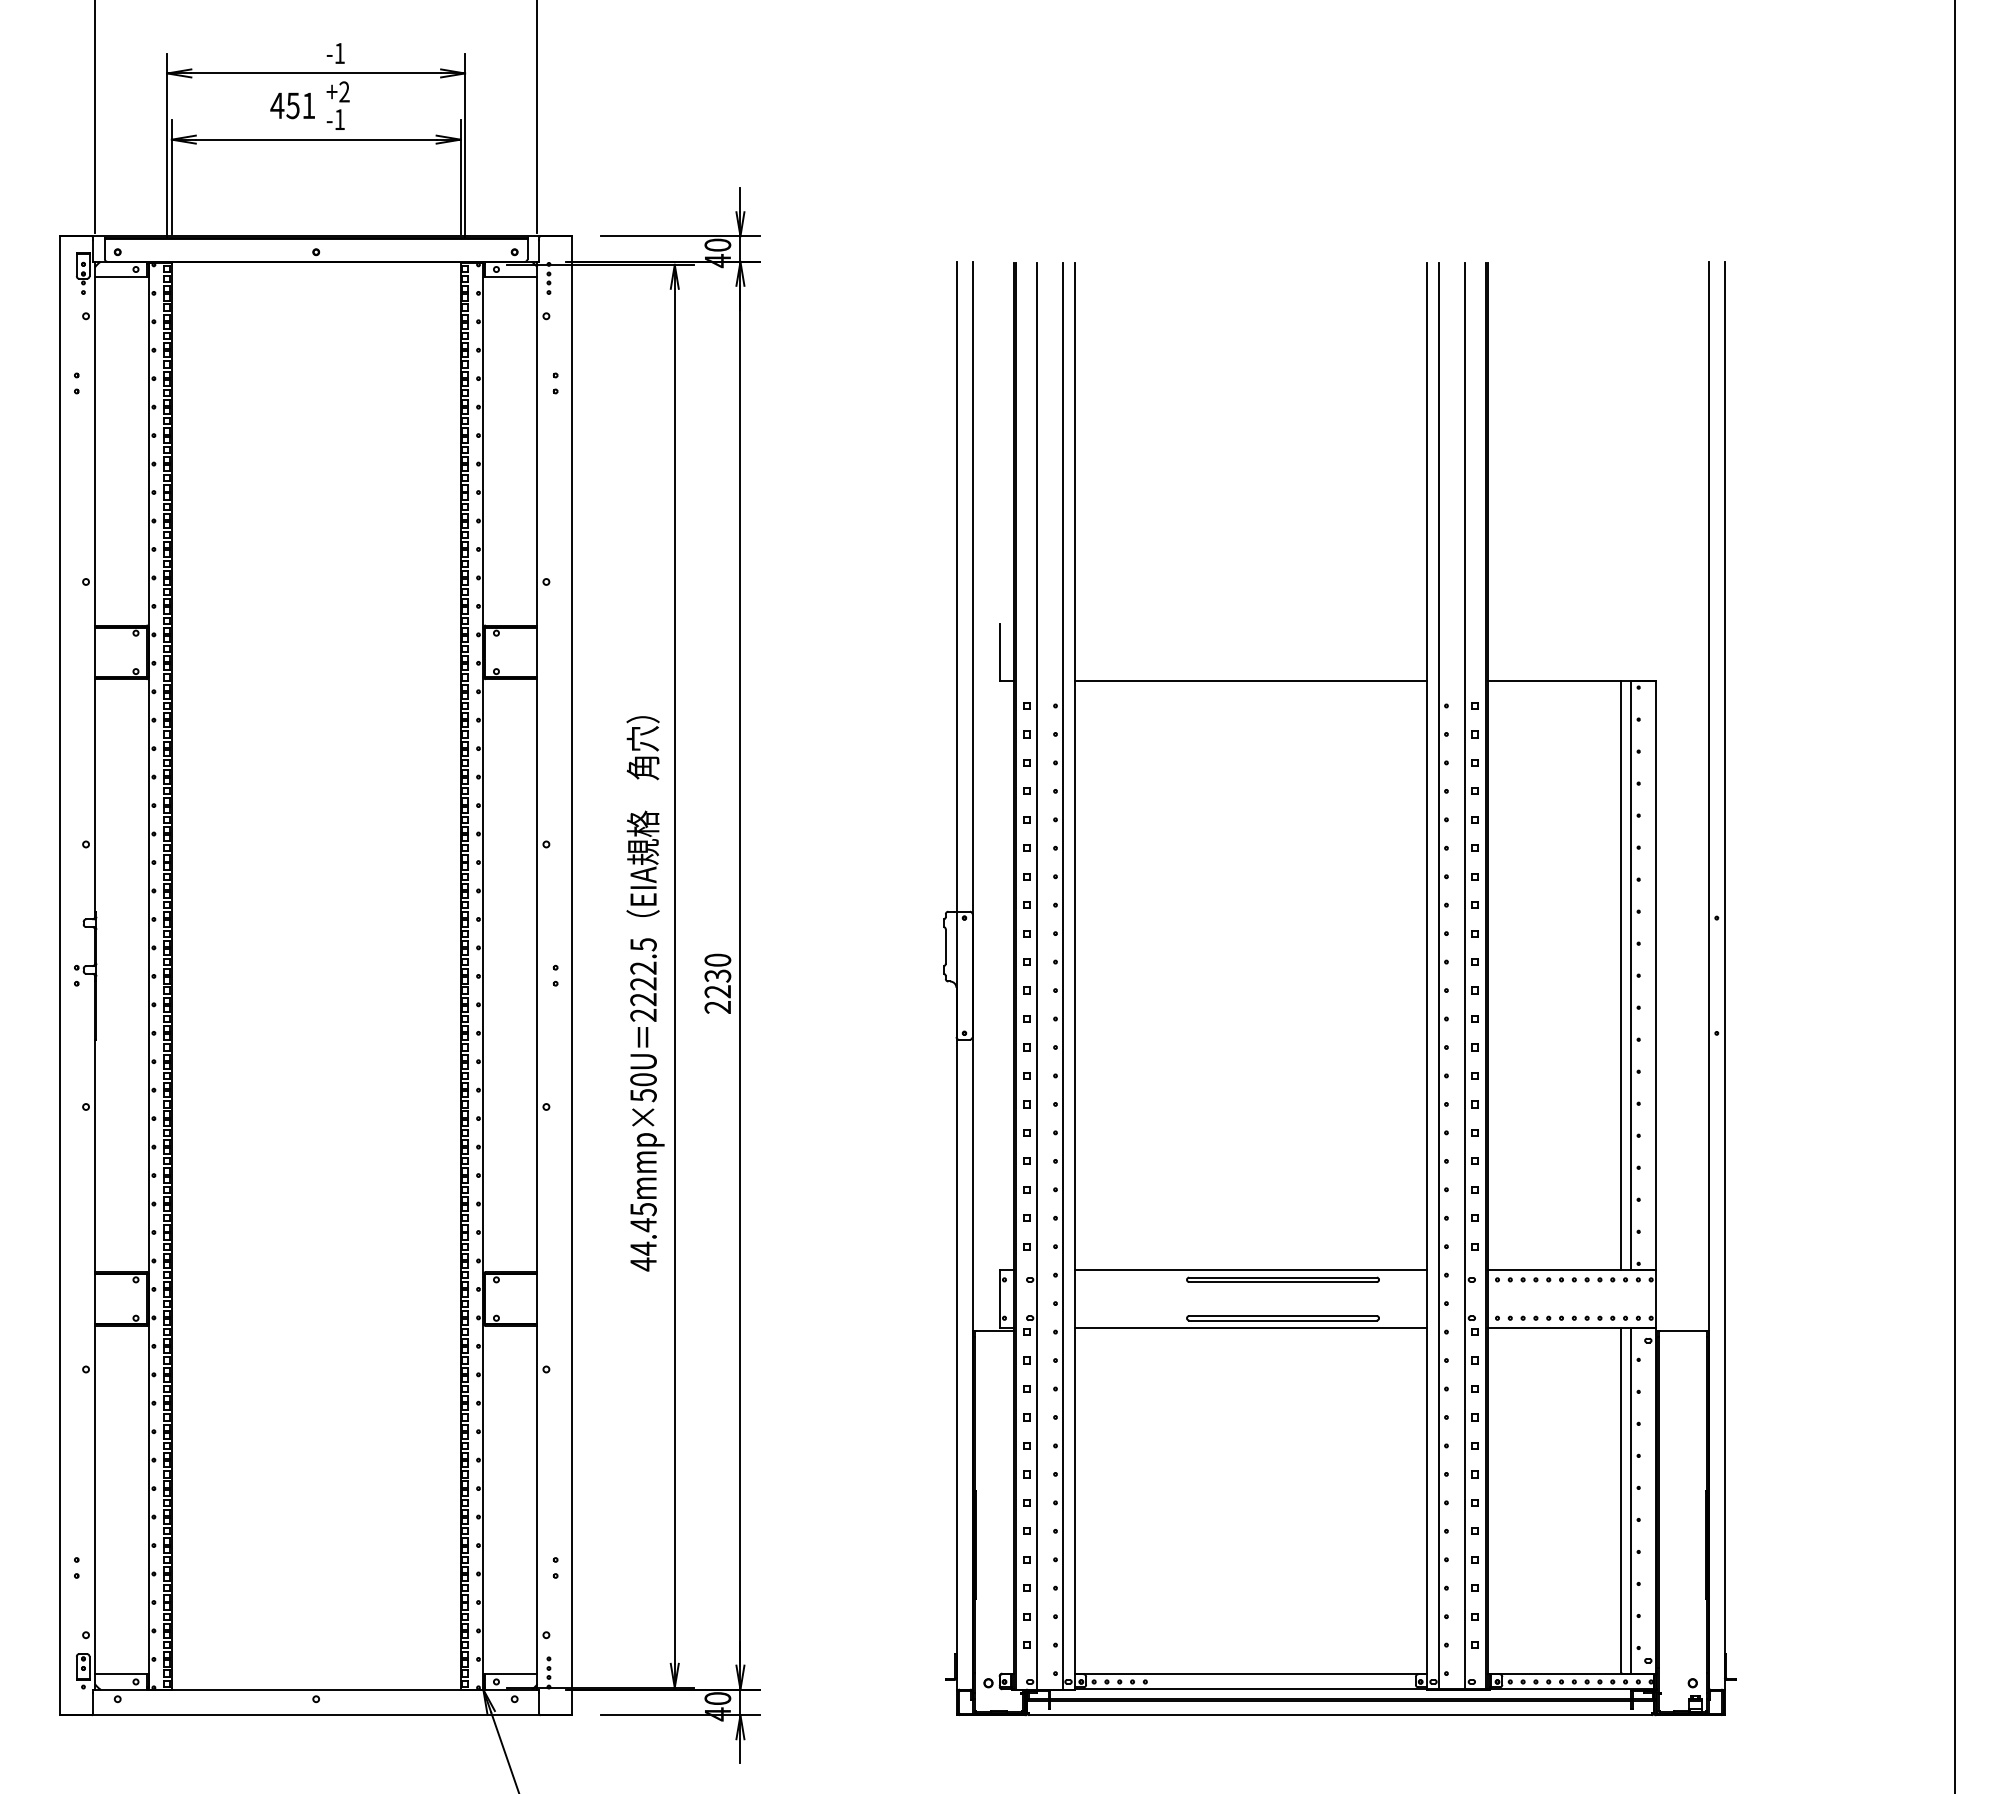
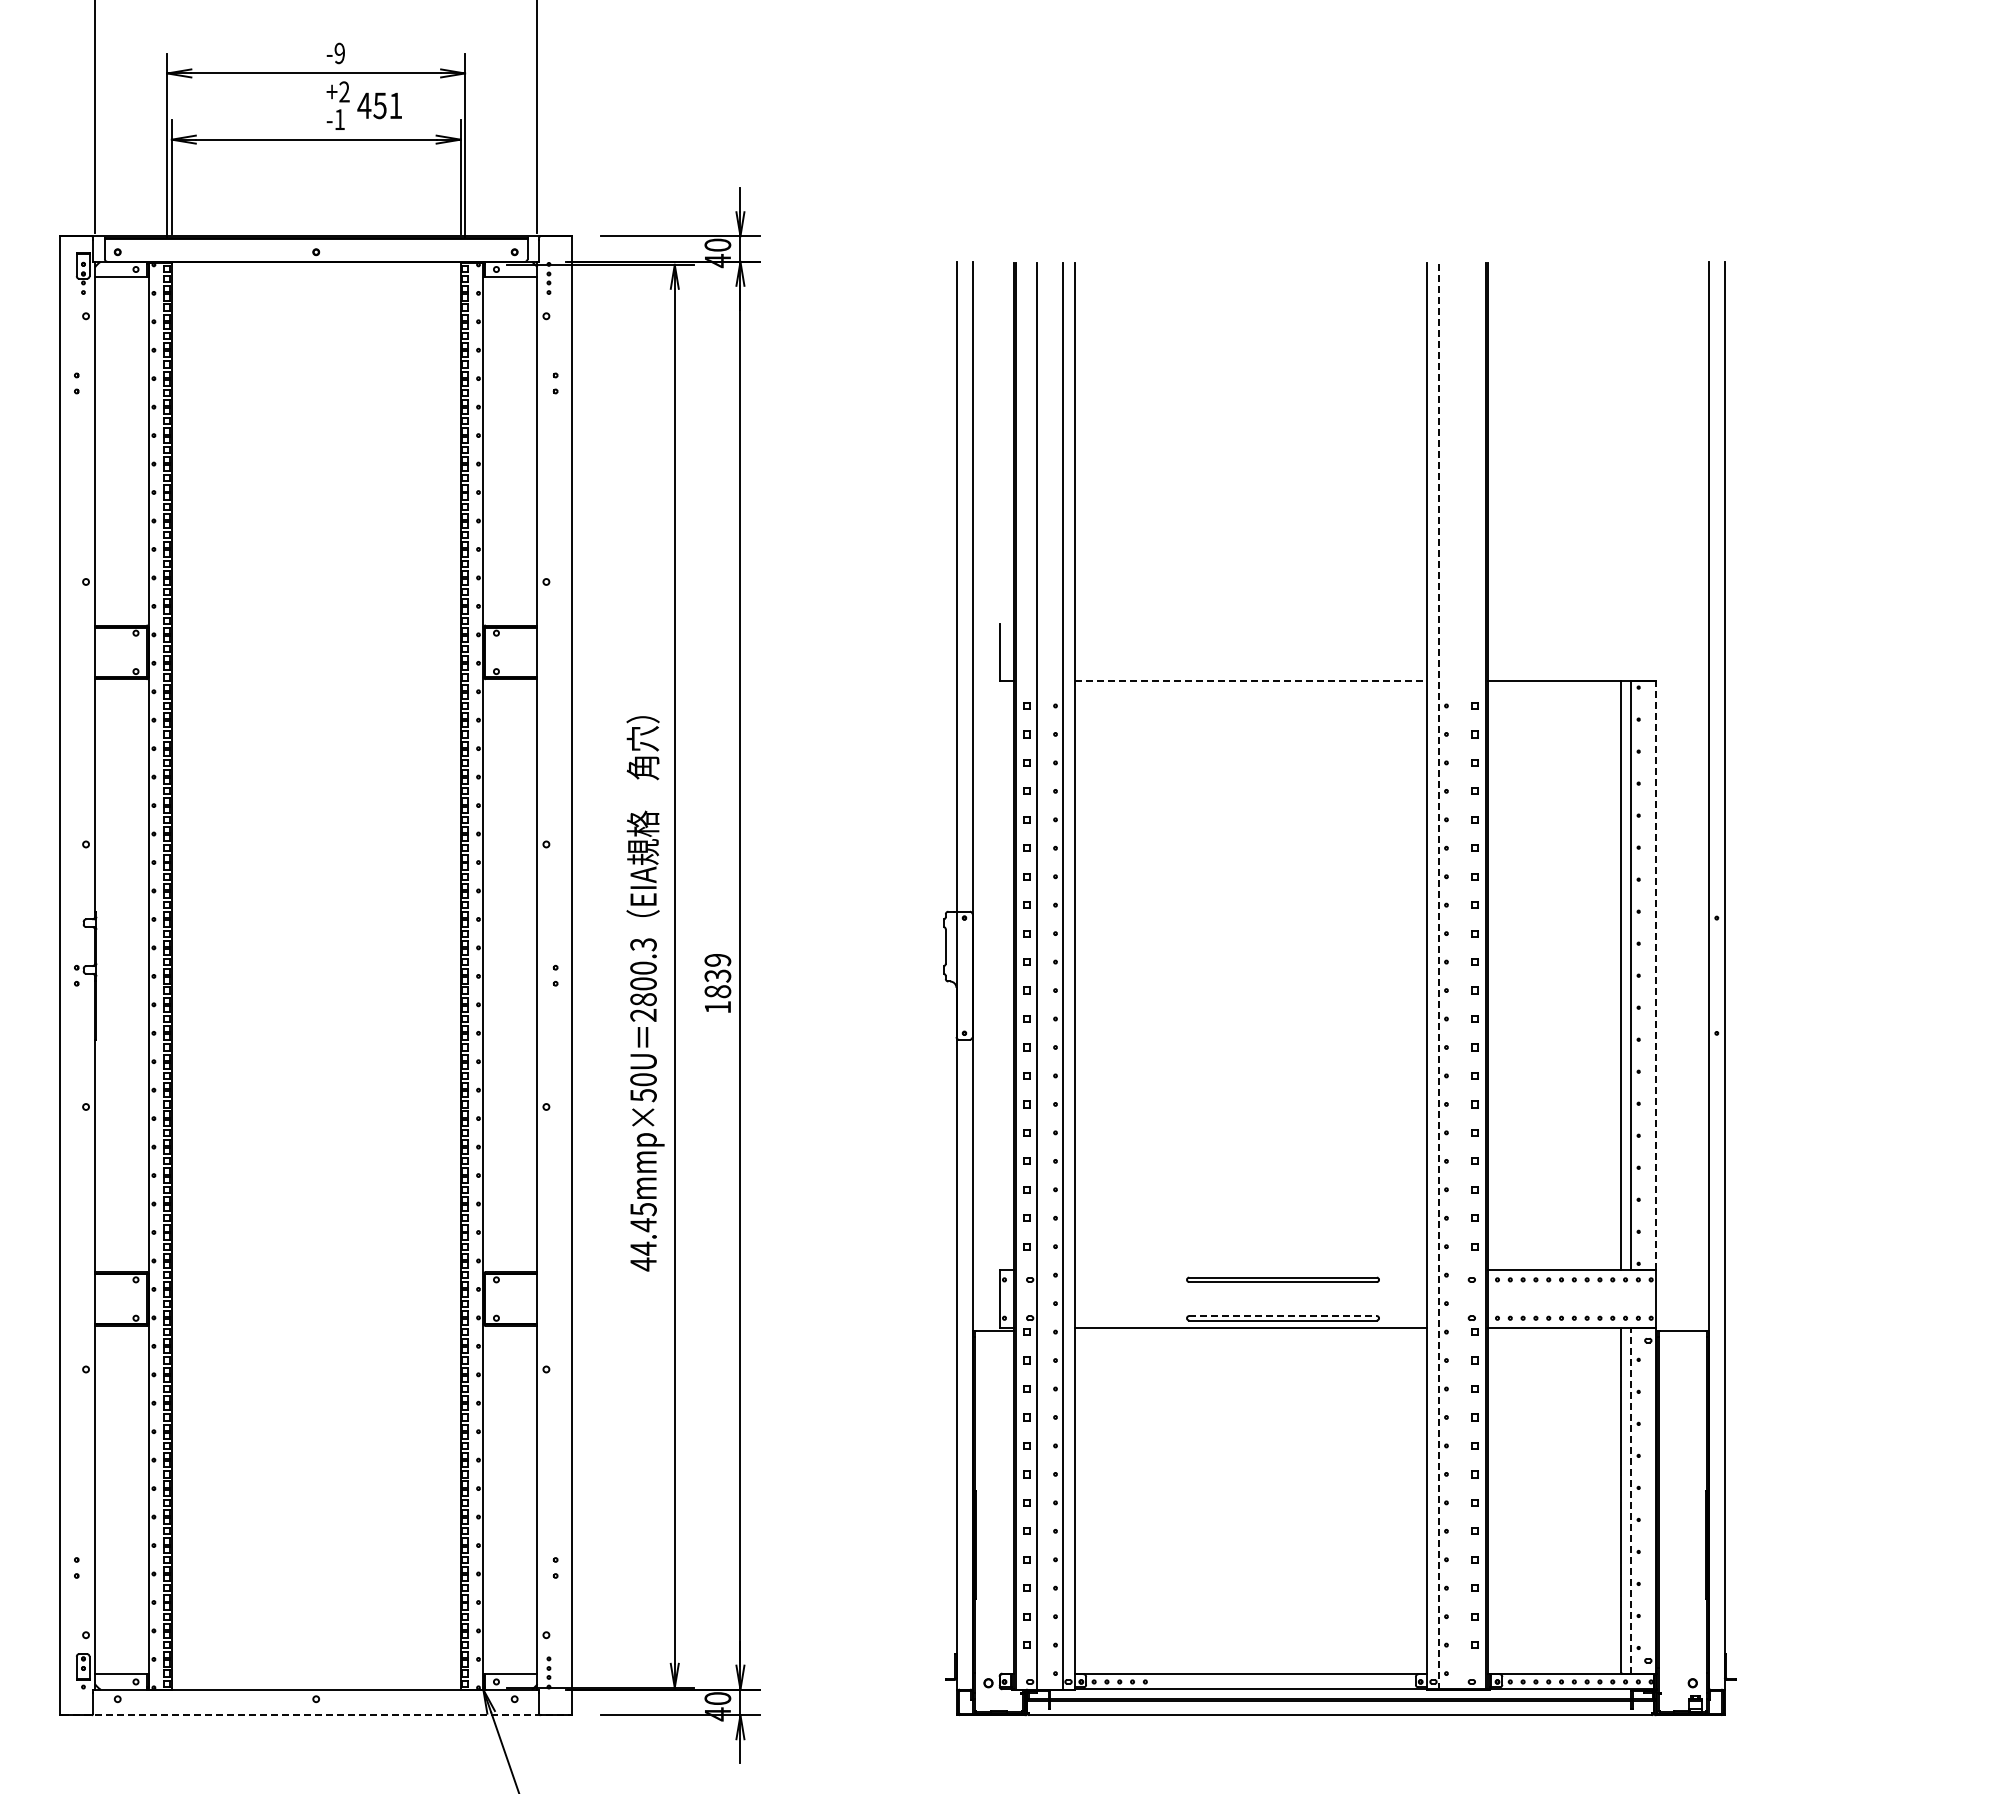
text at (339, 53): -1 -> -9
text at (292, 105) position: (292, 105) -> (379, 105)
line at (1251, 681): solid -> dashed
line at (1954, 896): present -> none
text at (643, 972): 2222.5 -> 2800.3
line at (1438, 975): solid -> dashed
line at (1655, 975): solid -> dashed
line at (1465, 976): present -> none
text at (717, 983): 2230 -> 1839
line at (1250, 1270): present -> none
line at (1283, 1316): solid -> dashed
line at (1631, 1500): solid -> dashed
line at (316, 1715): solid -> dashed
